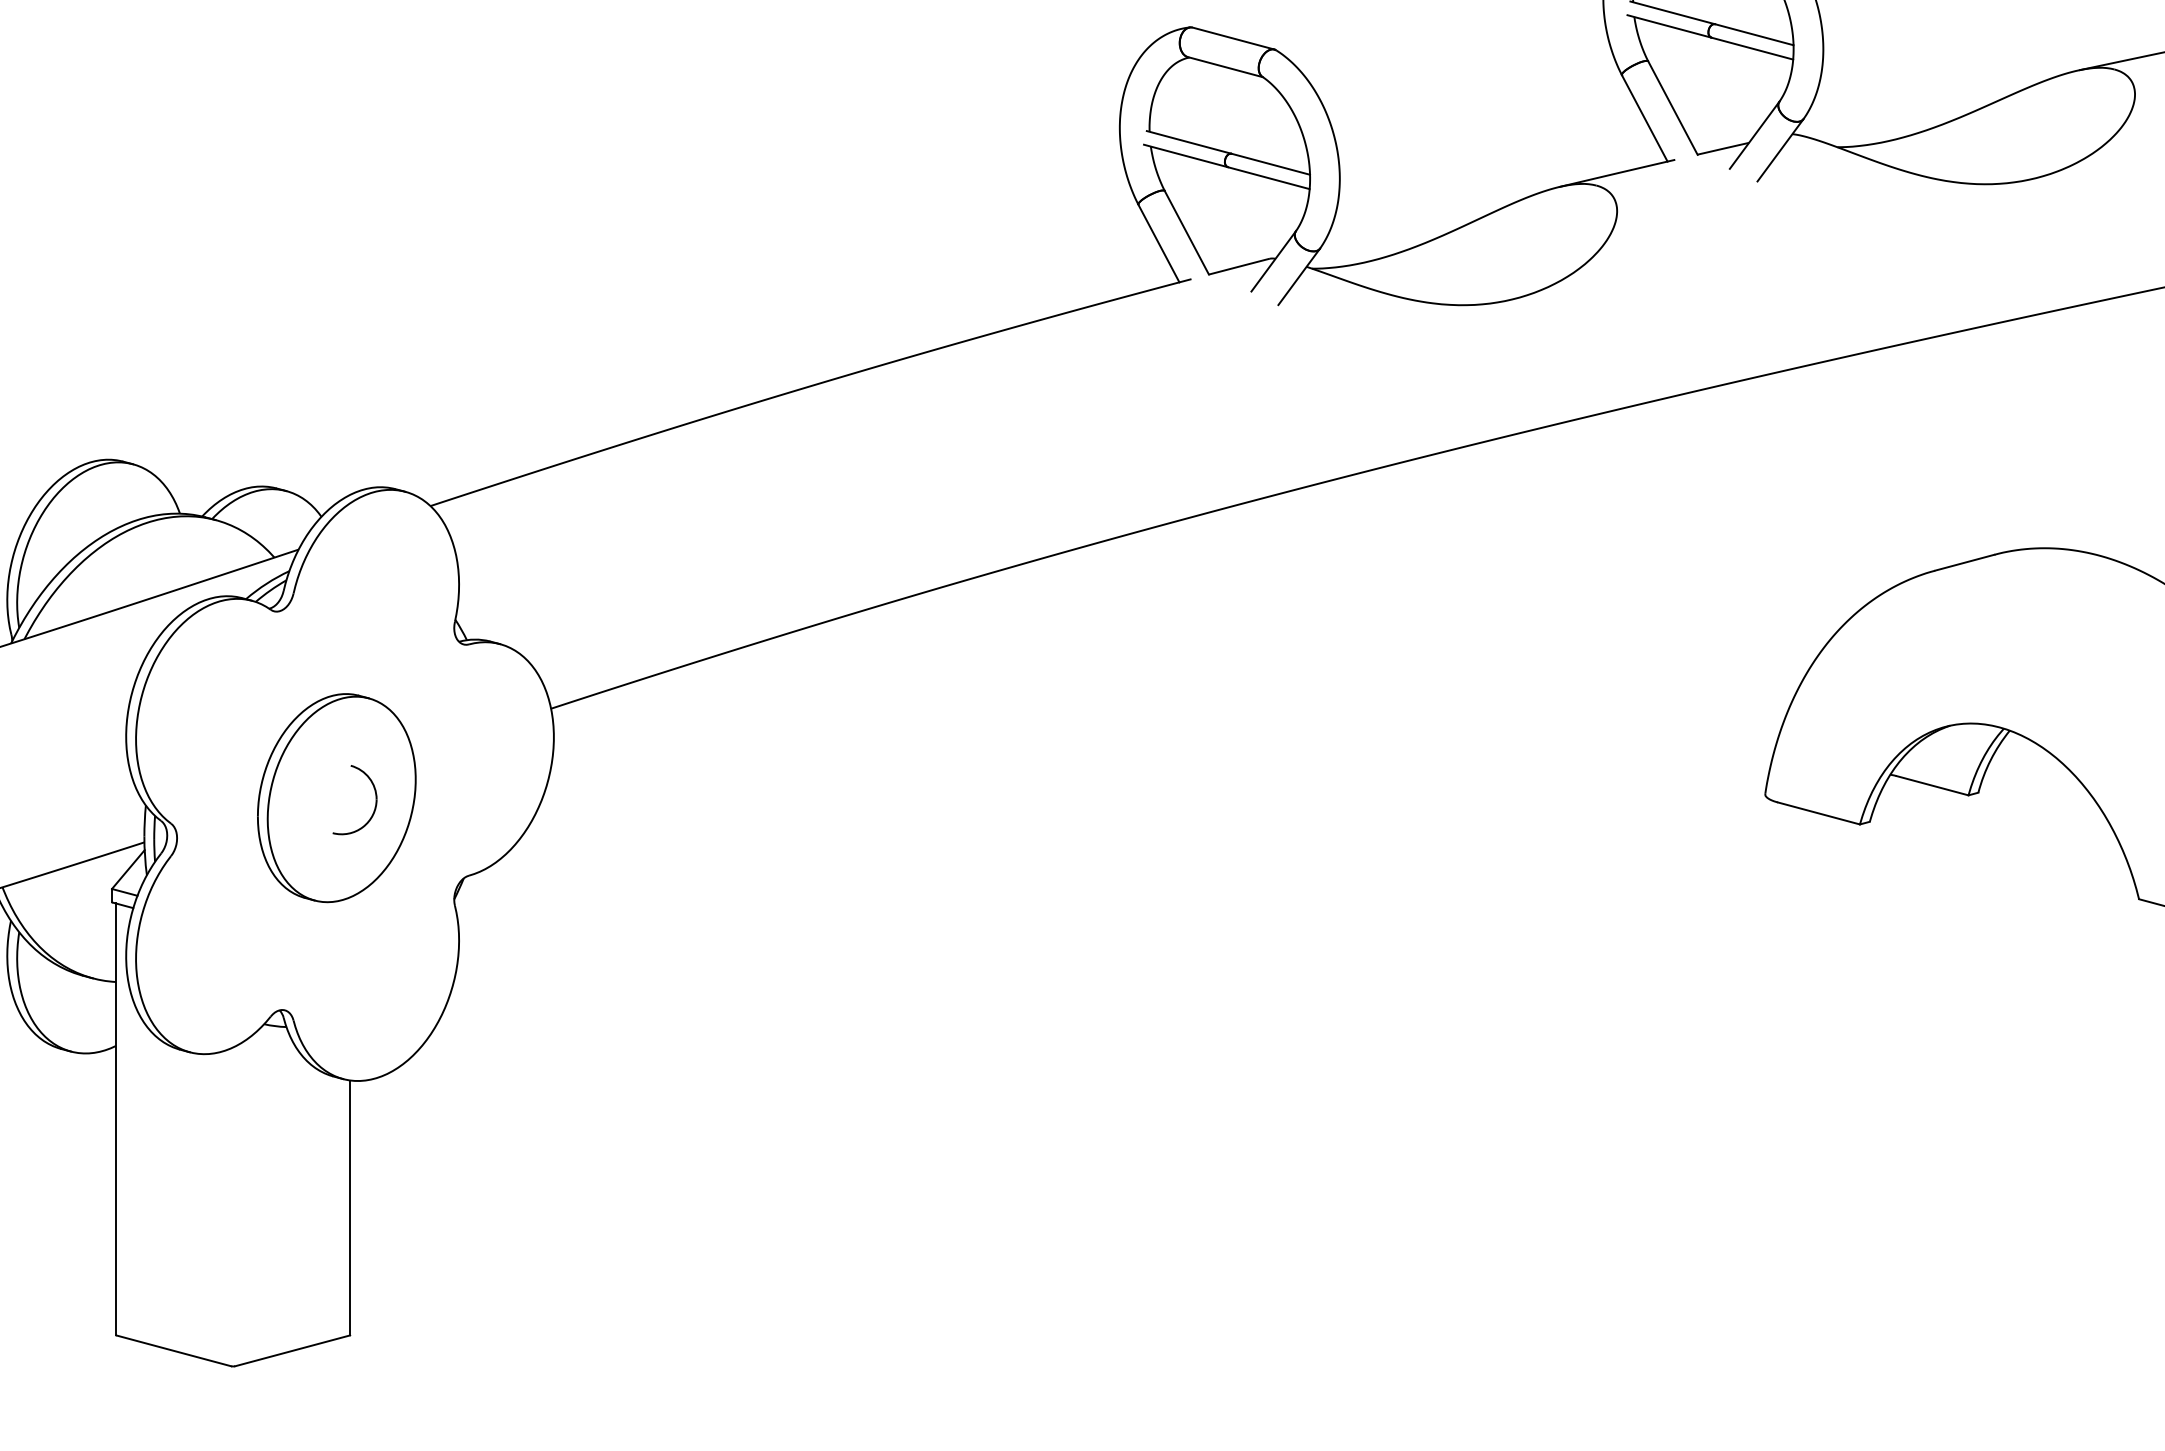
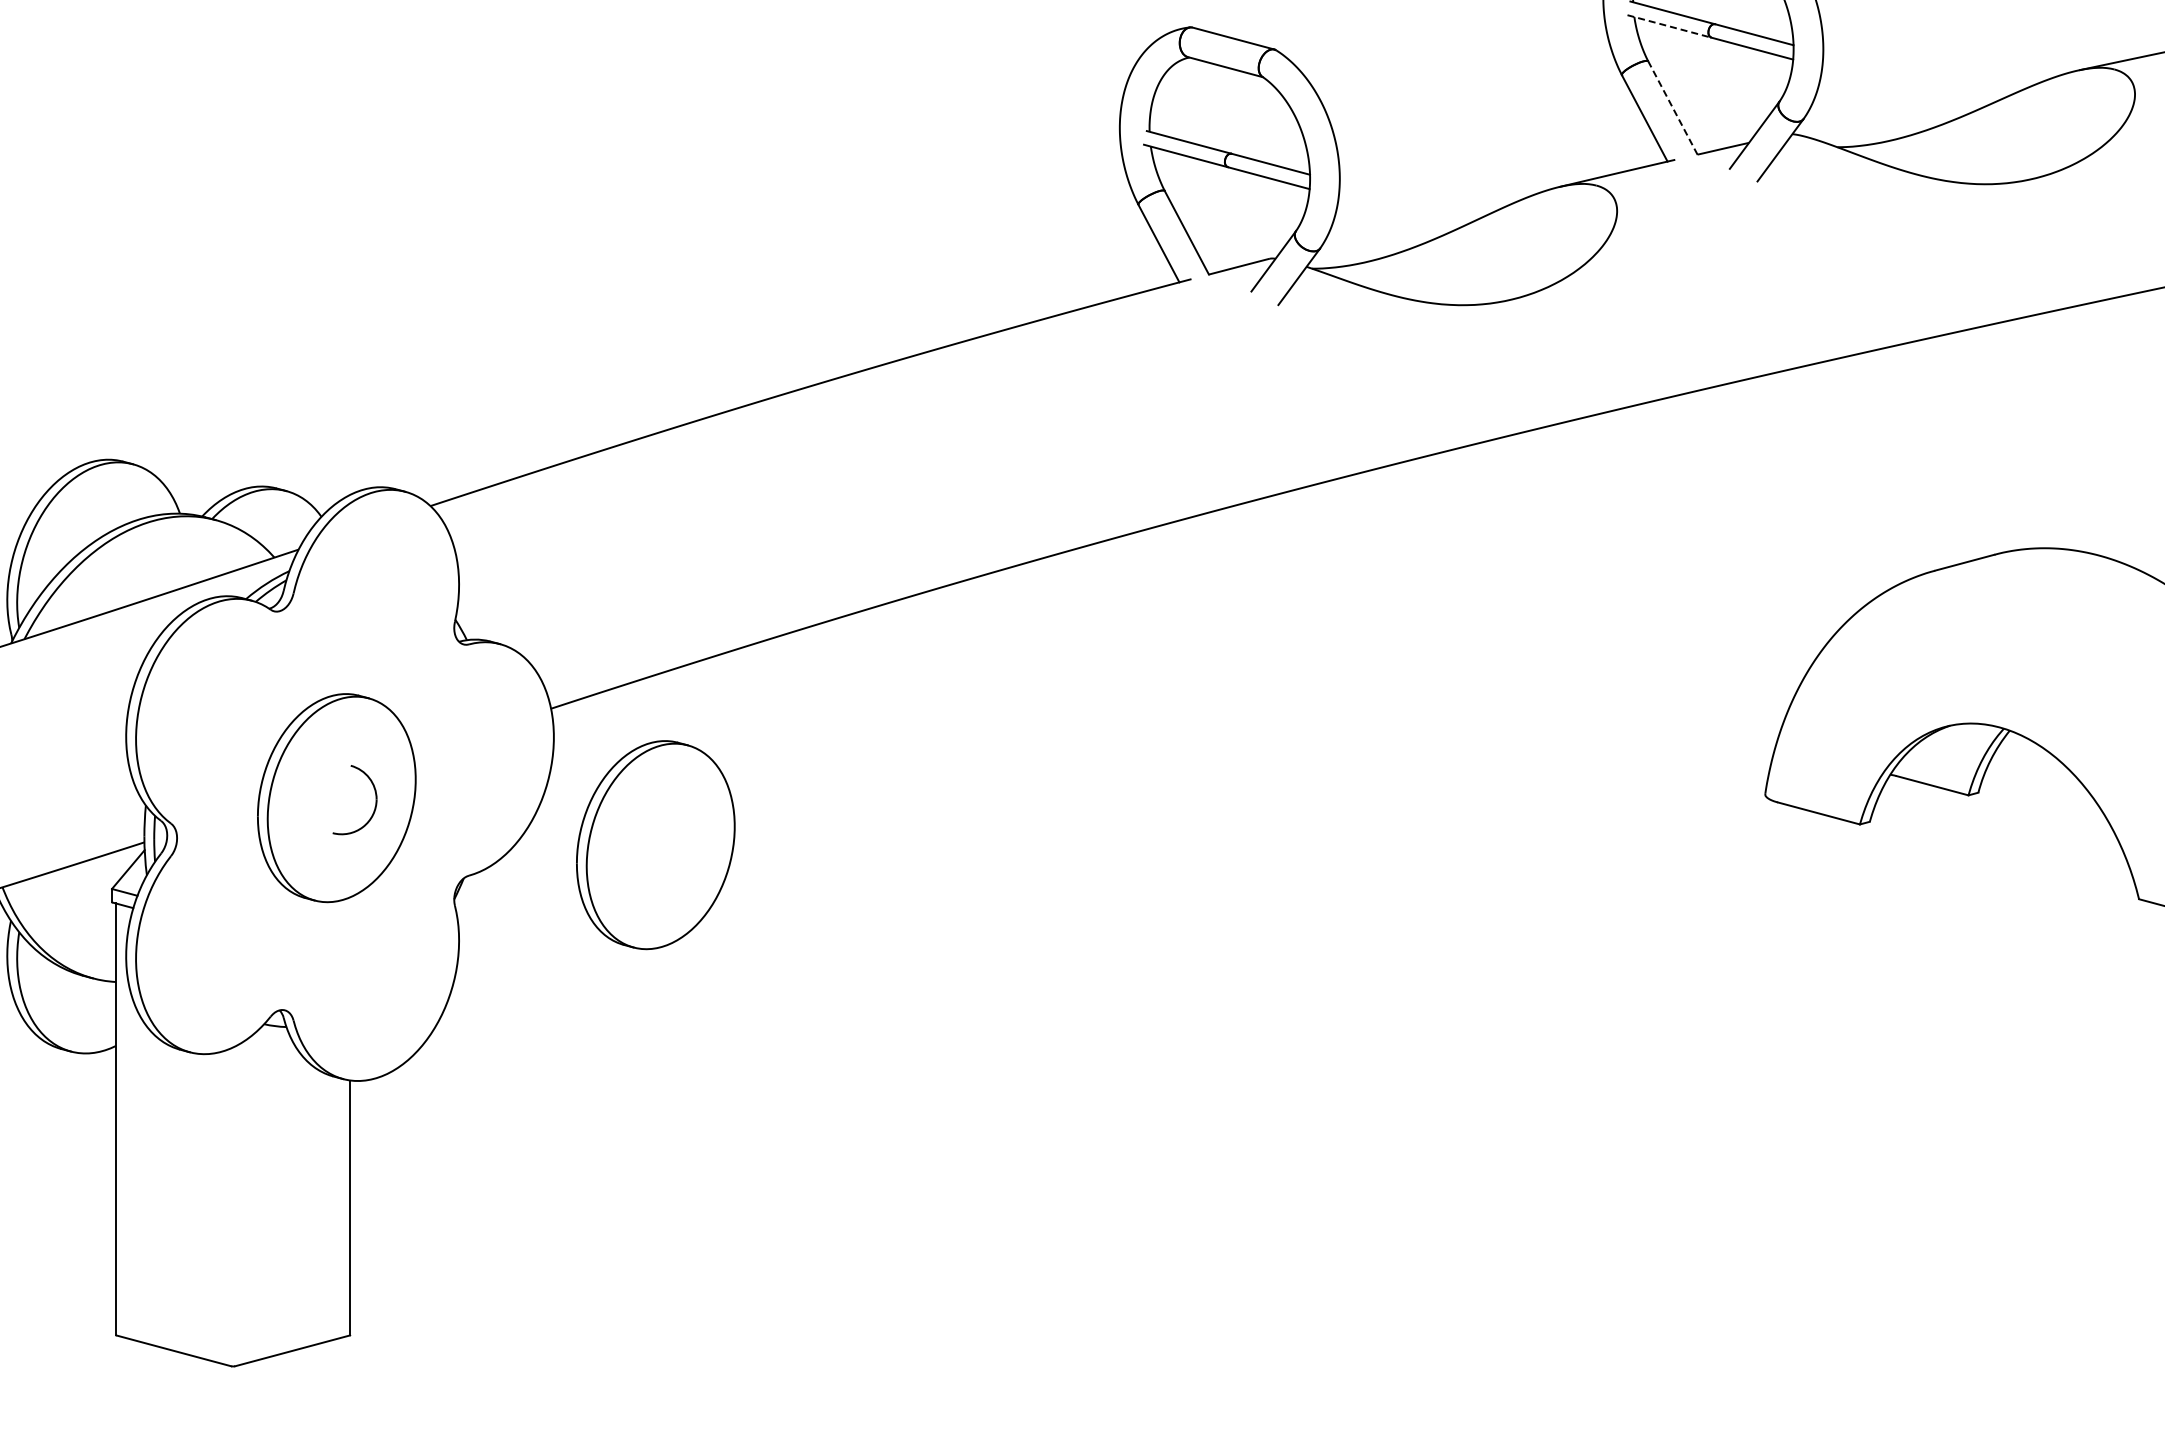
line at (1669, 26): solid -> dashed
line at (1672, 108): solid -> dashed
part at (655, 845): none -> present
